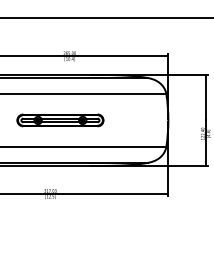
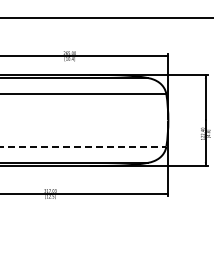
part at (60, 120): present -> none
line at (83, 146): solid -> dashed
